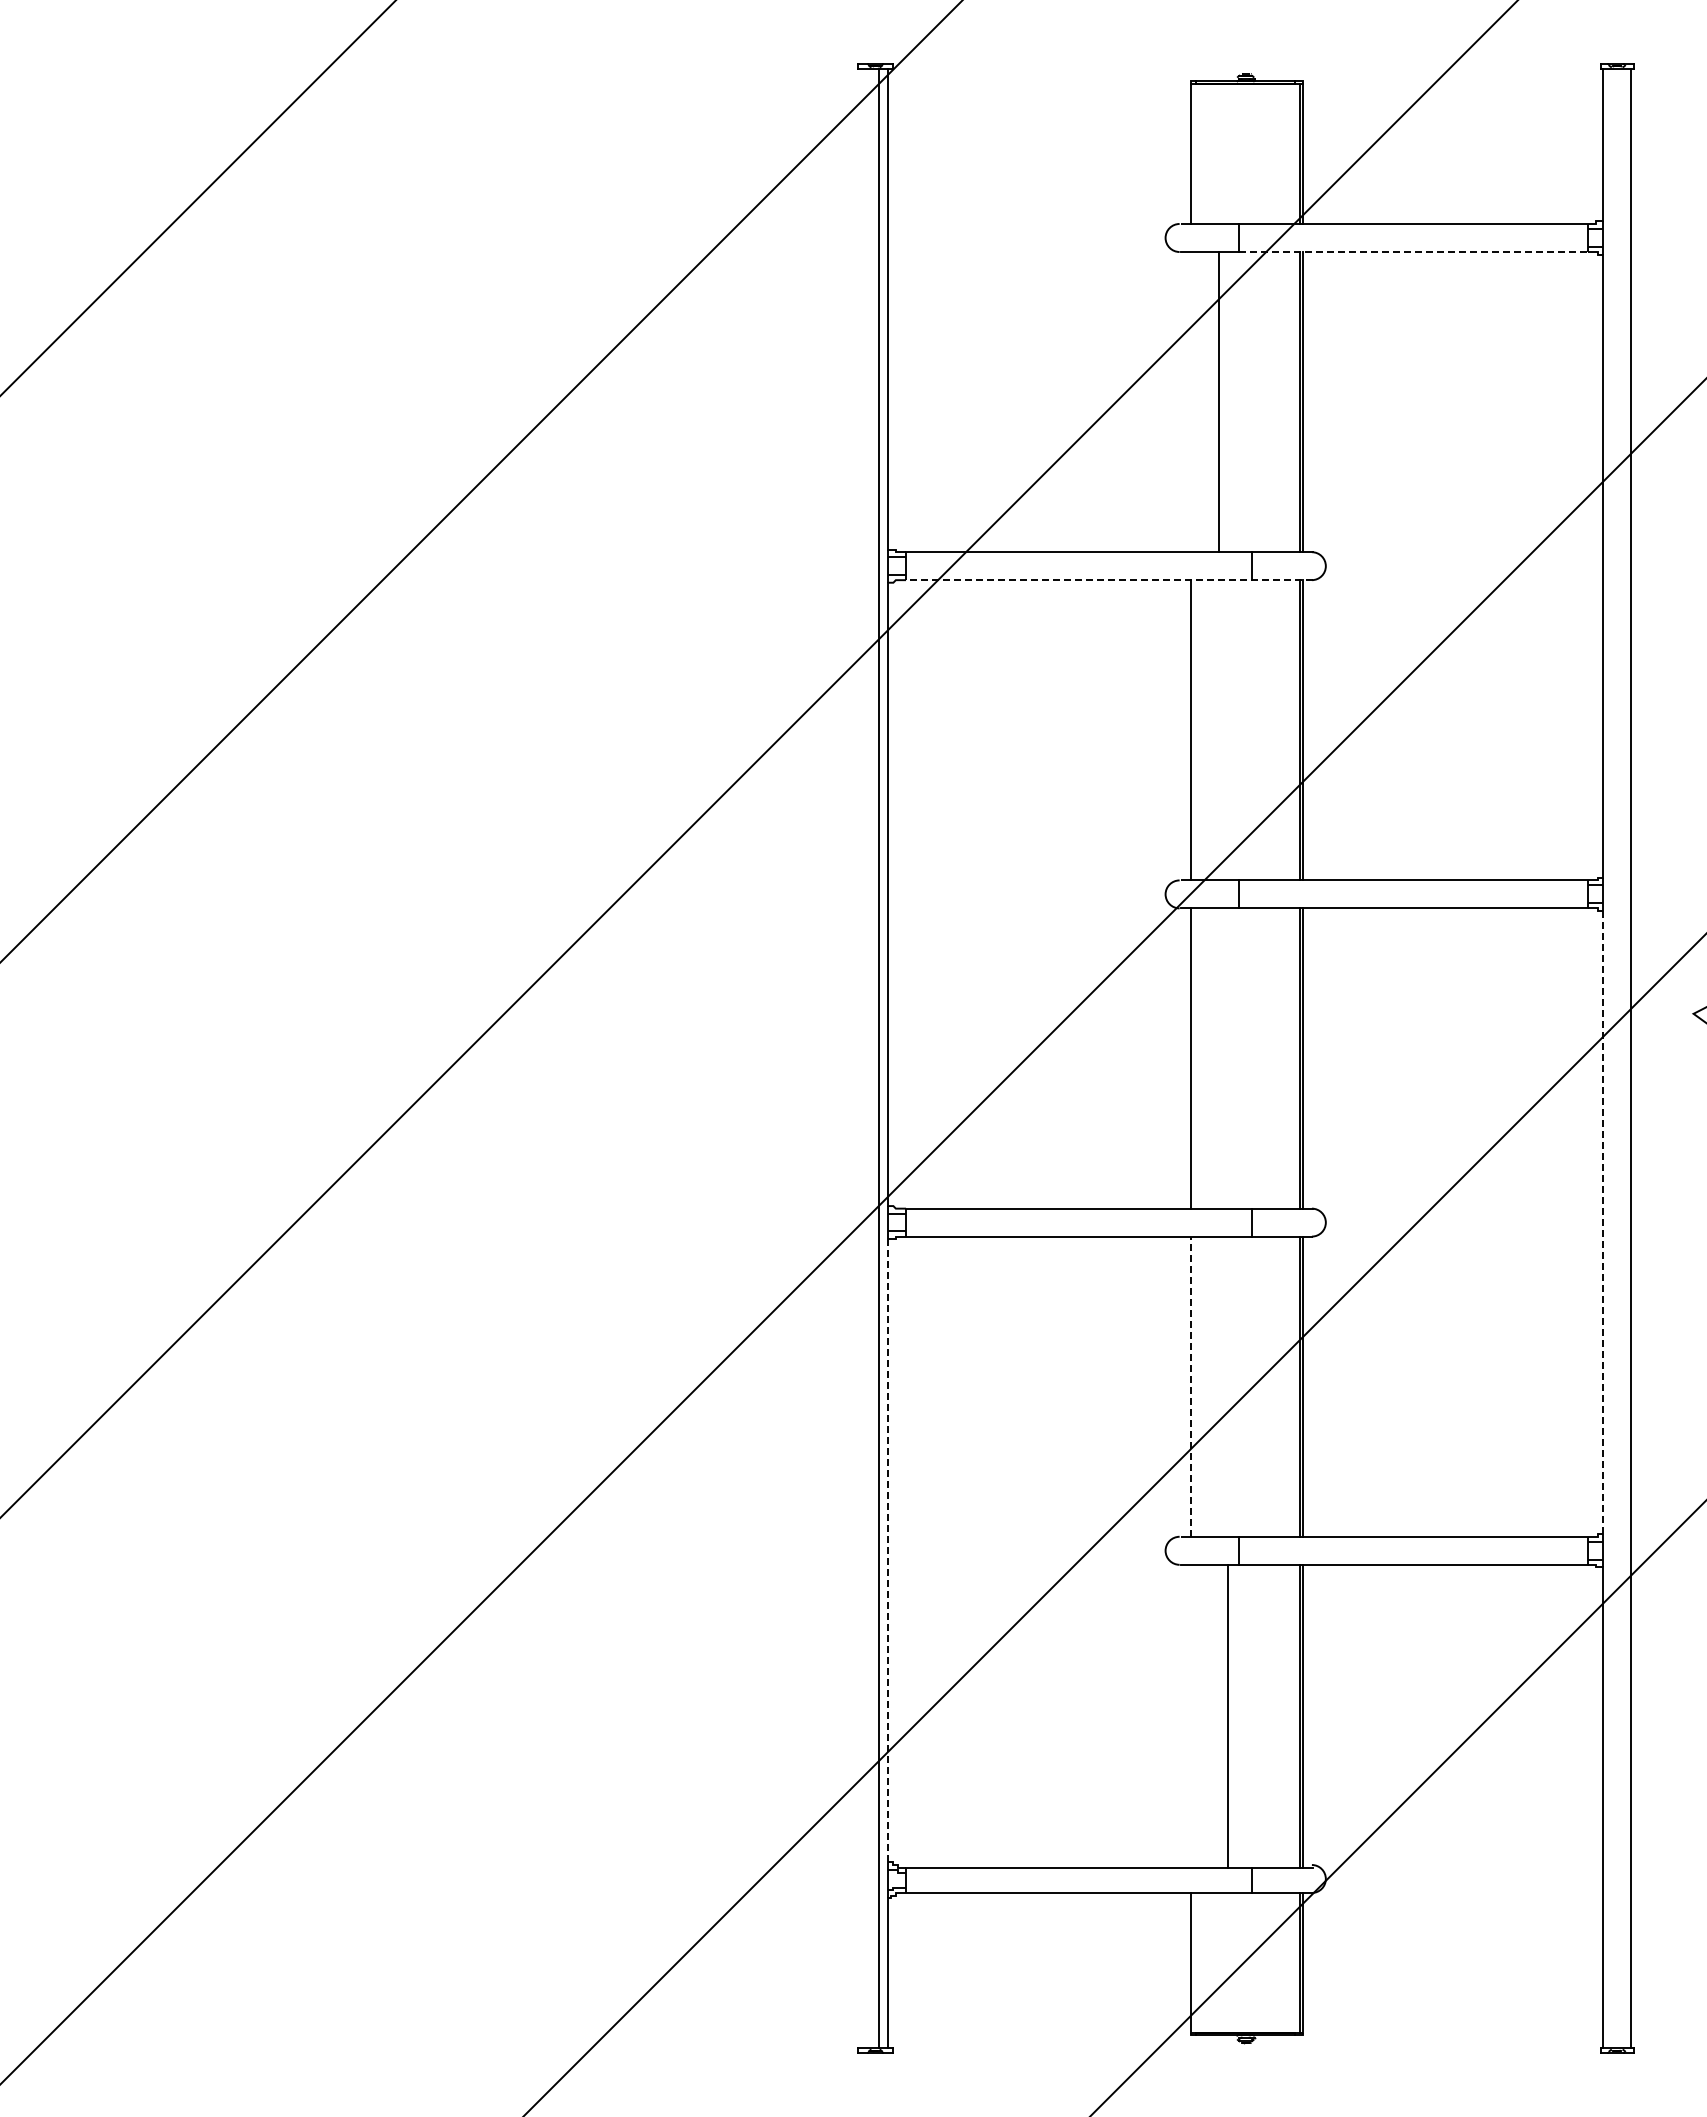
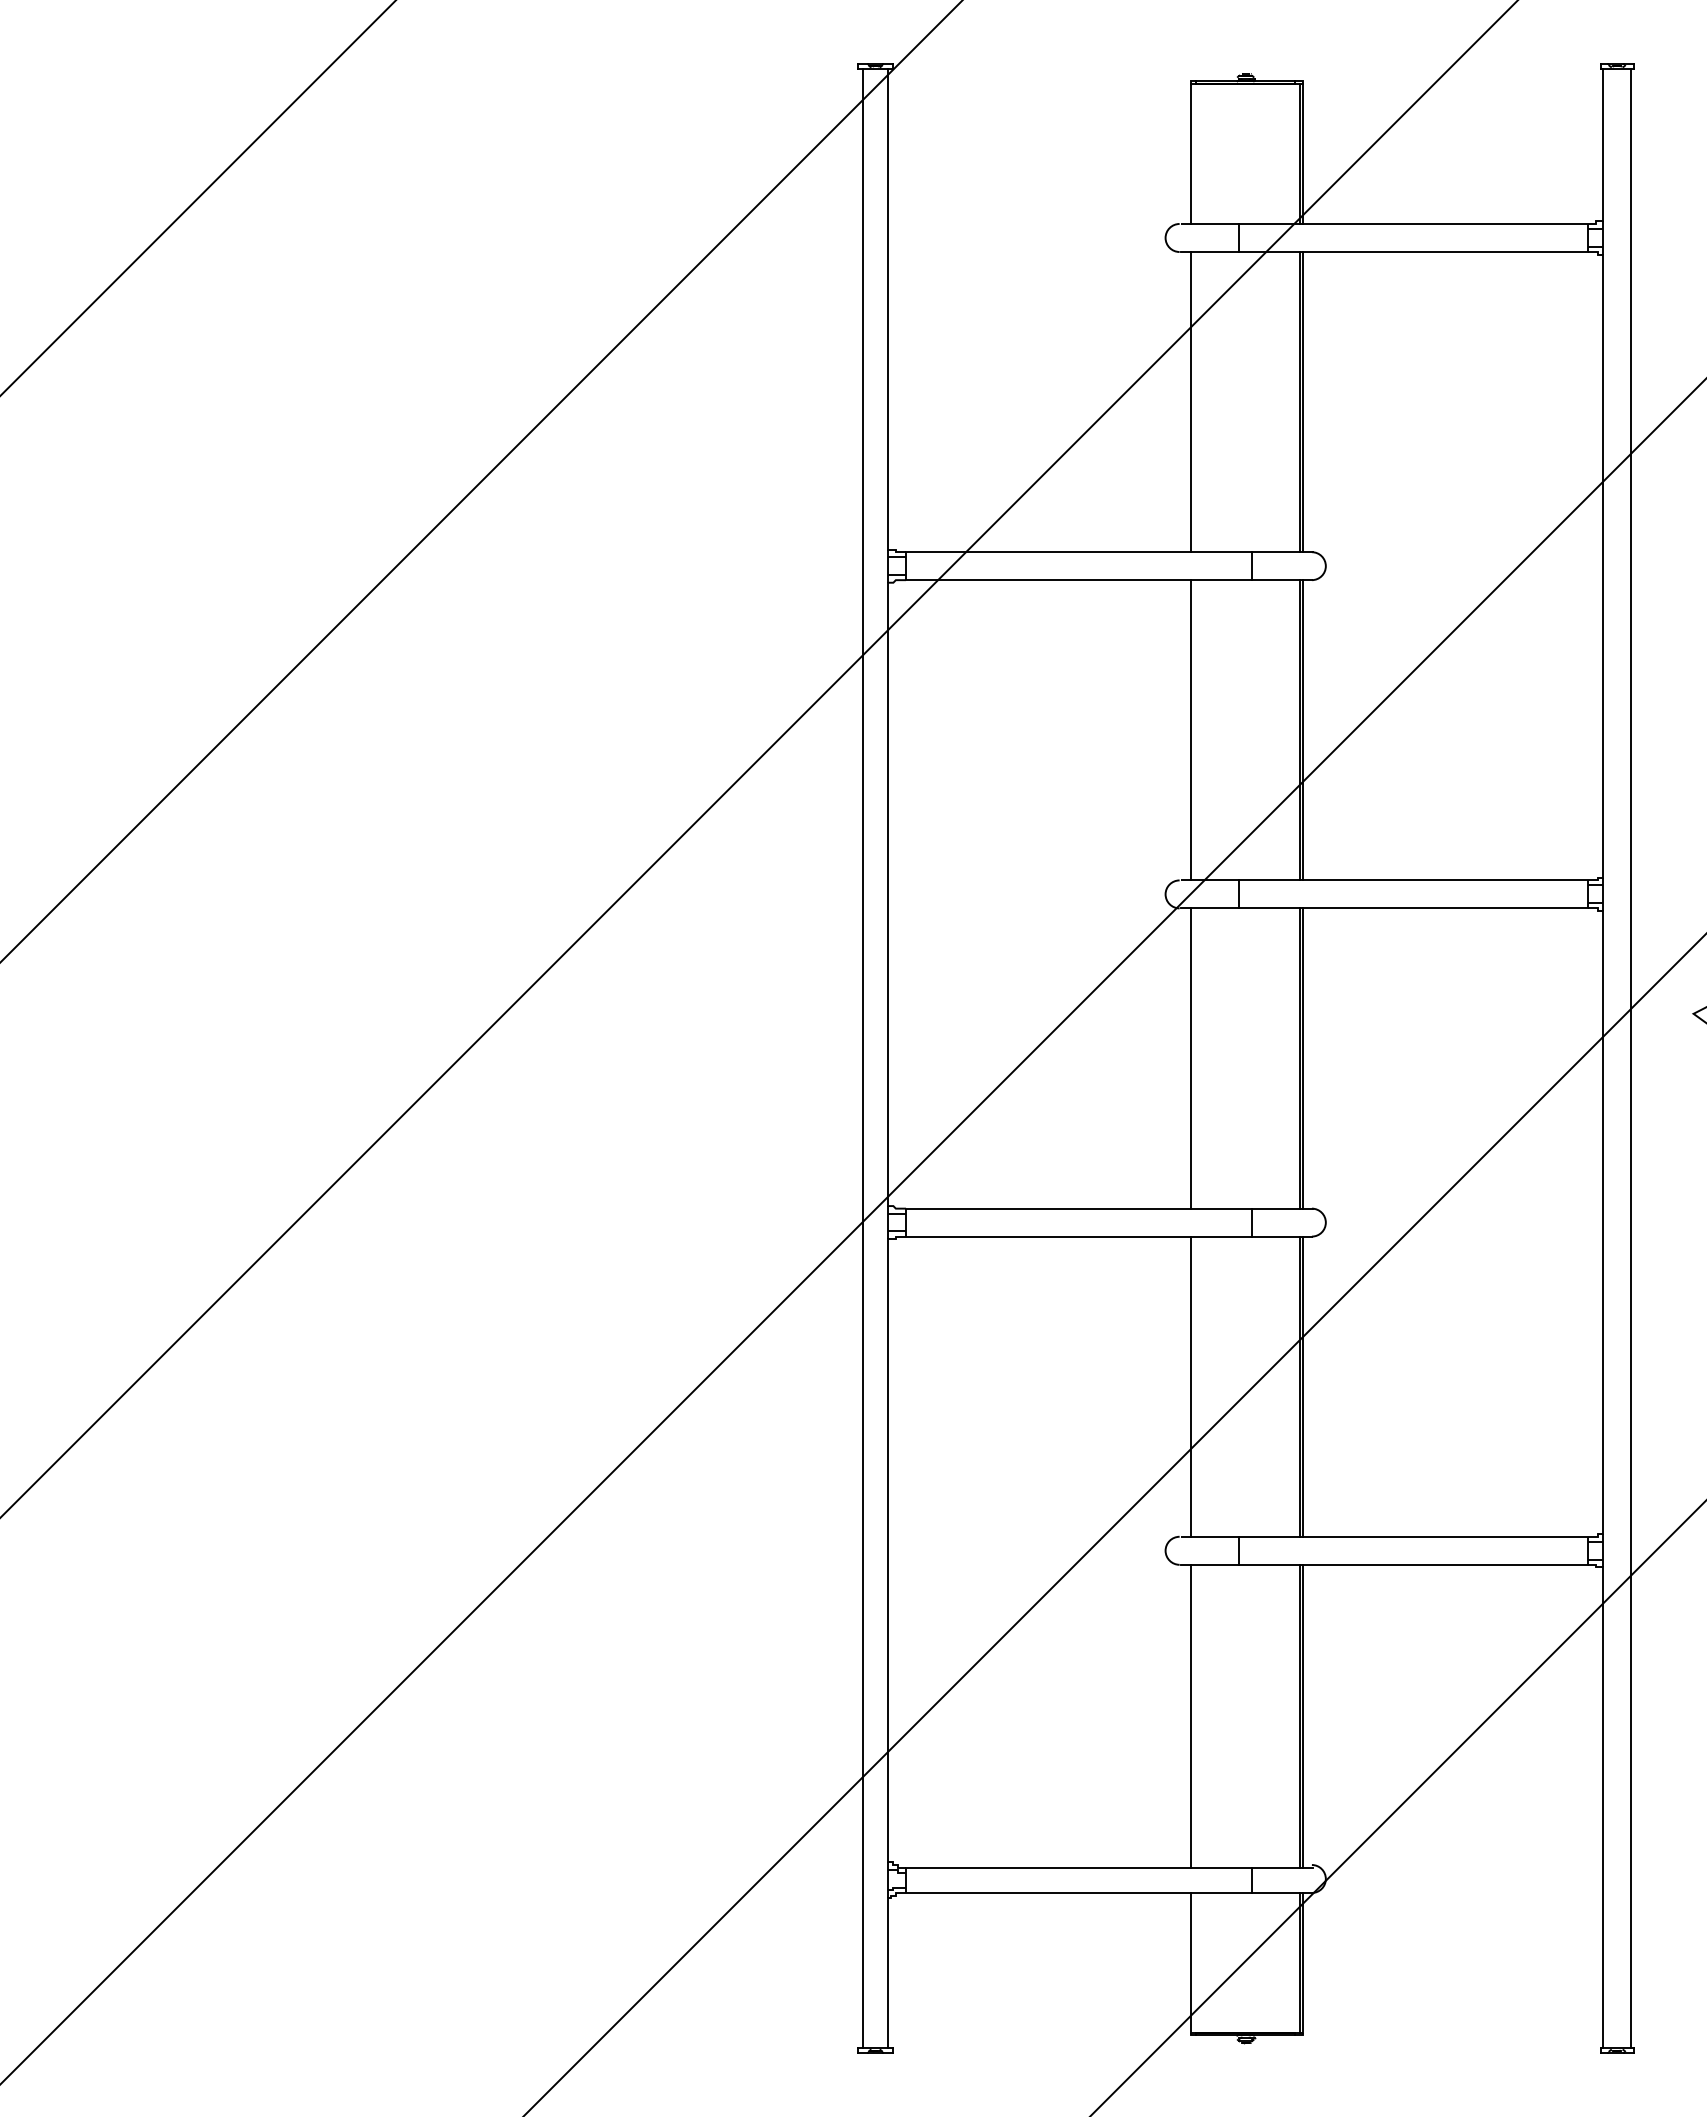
line at (1414, 252): dashed -> solid
line at (1218, 402) position: (1218, 402) -> (1190, 402)
line at (1110, 580): dashed -> solid
line at (878, 1058) position: (878, 1058) -> (862, 1058)
line at (1603, 1222): dashed -> solid
line at (1190, 1386): dashed -> solid
line at (888, 1550): dashed -> solid
line at (1227, 1715) position: (1227, 1715) -> (1190, 1715)
